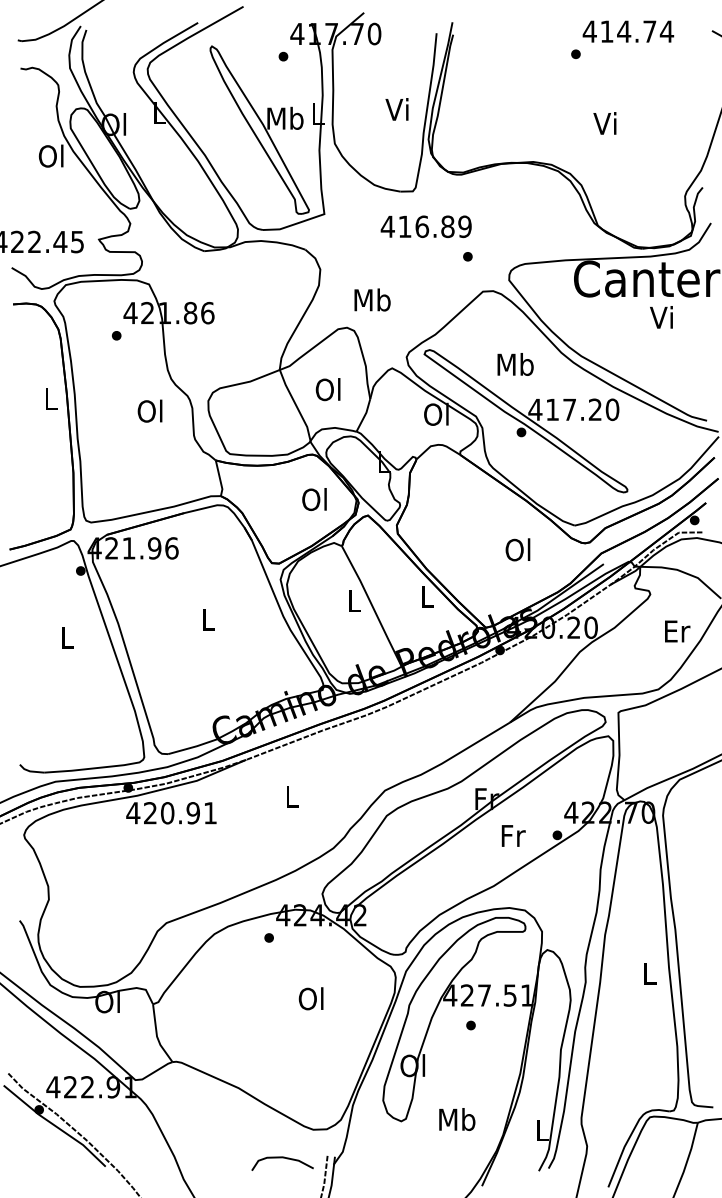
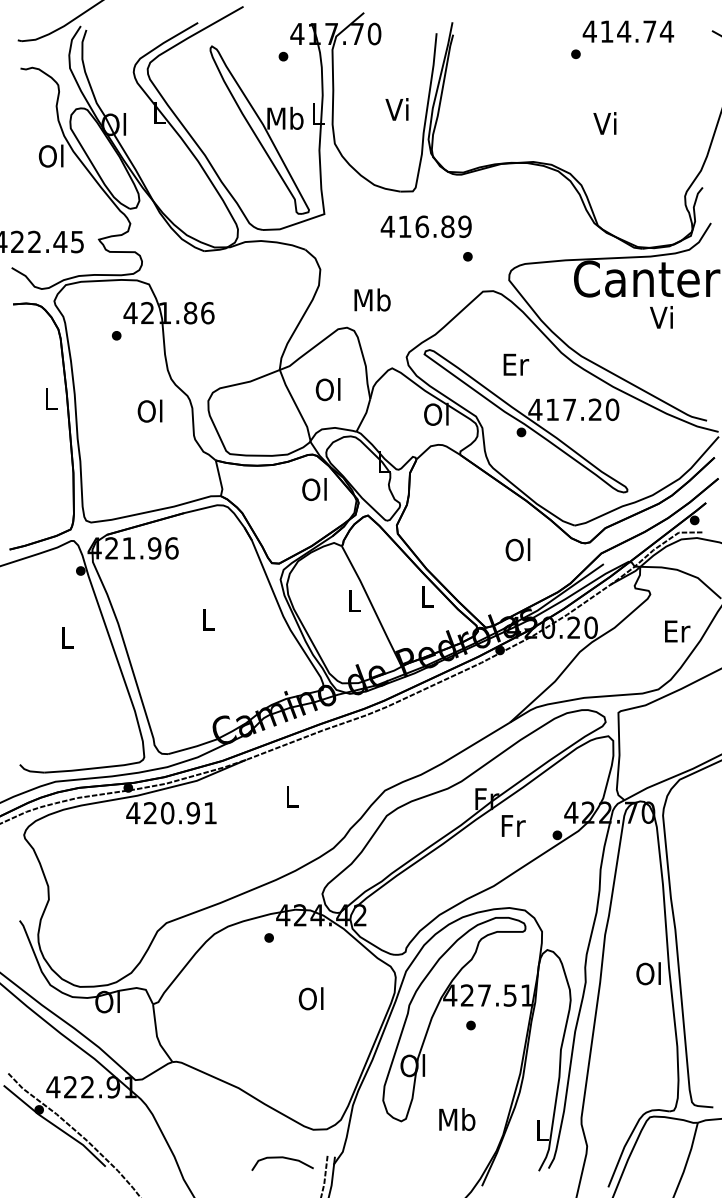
text at (515, 364): Mb -> Er
text at (314, 499) position: (314, 499) -> (314, 489)
text at (513, 835) position: (513, 835) -> (513, 825)
text at (648, 973): L -> Ol
